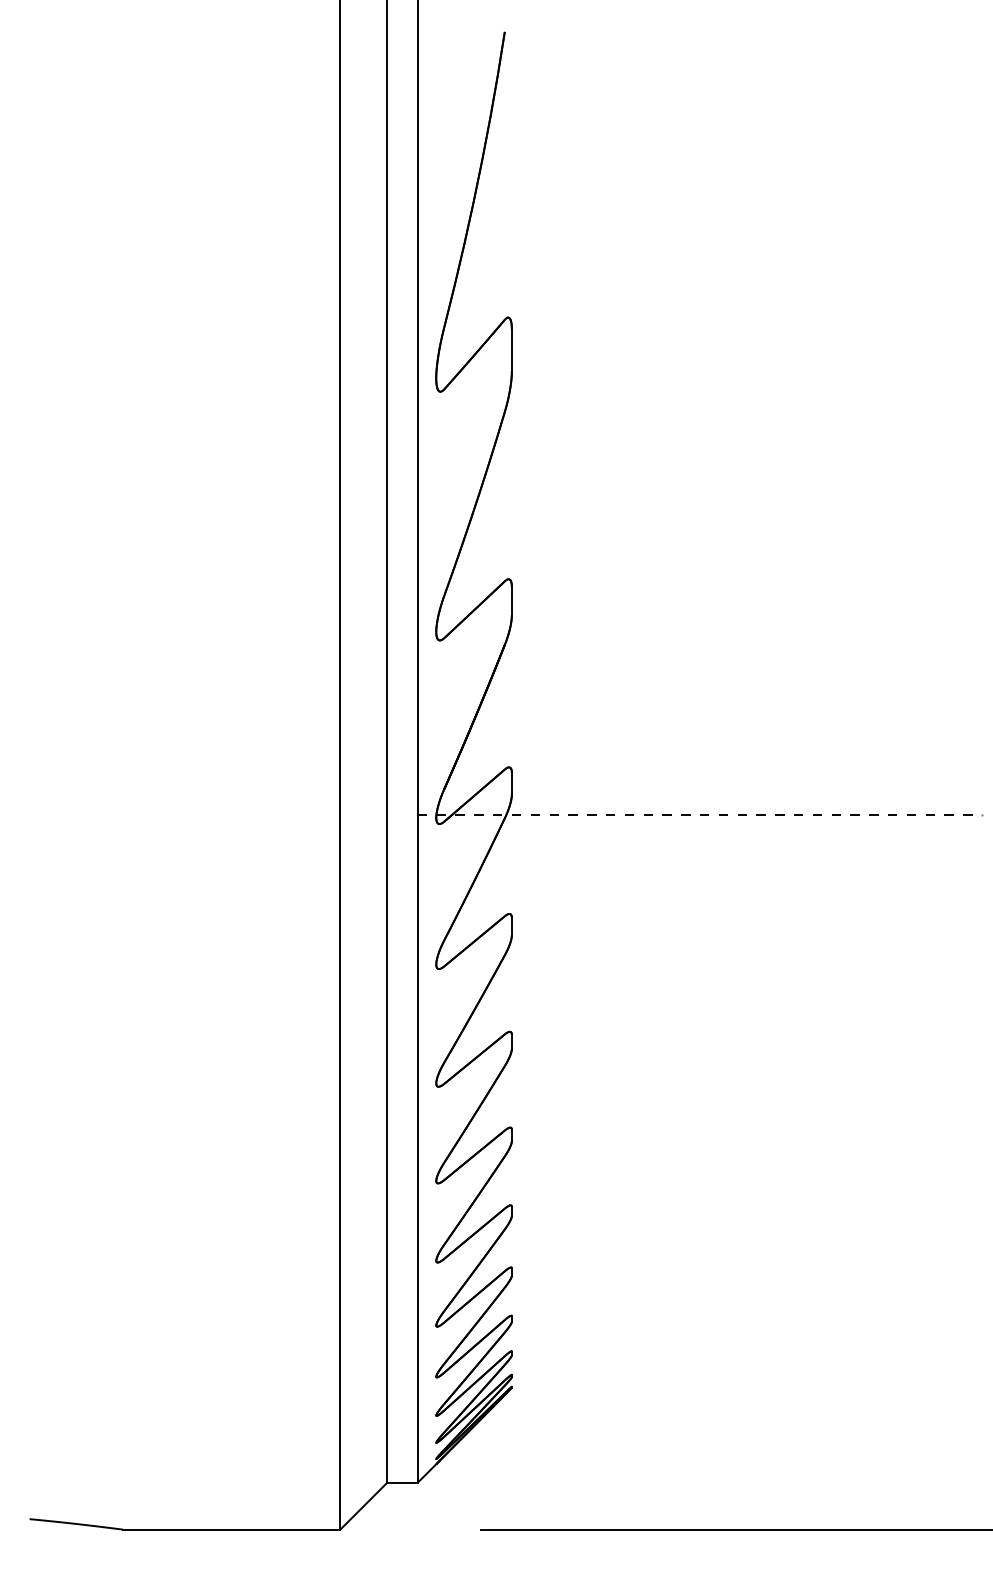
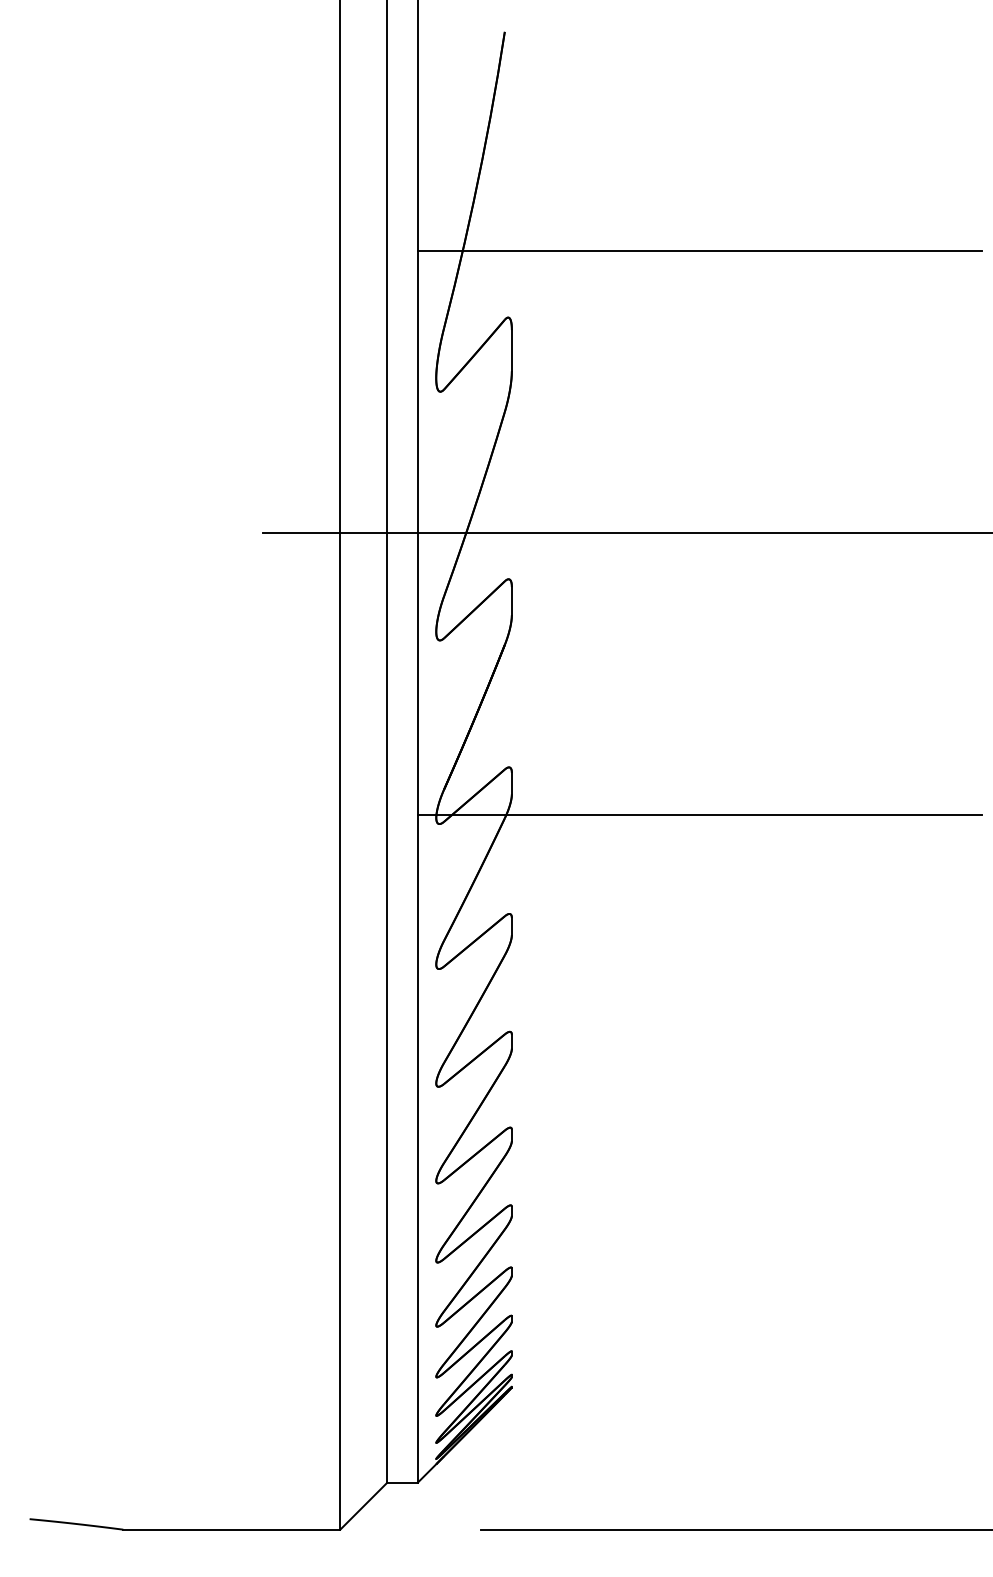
line at (699, 250): none -> present
line at (626, 532): none -> present
line at (700, 815): dashed -> solid
